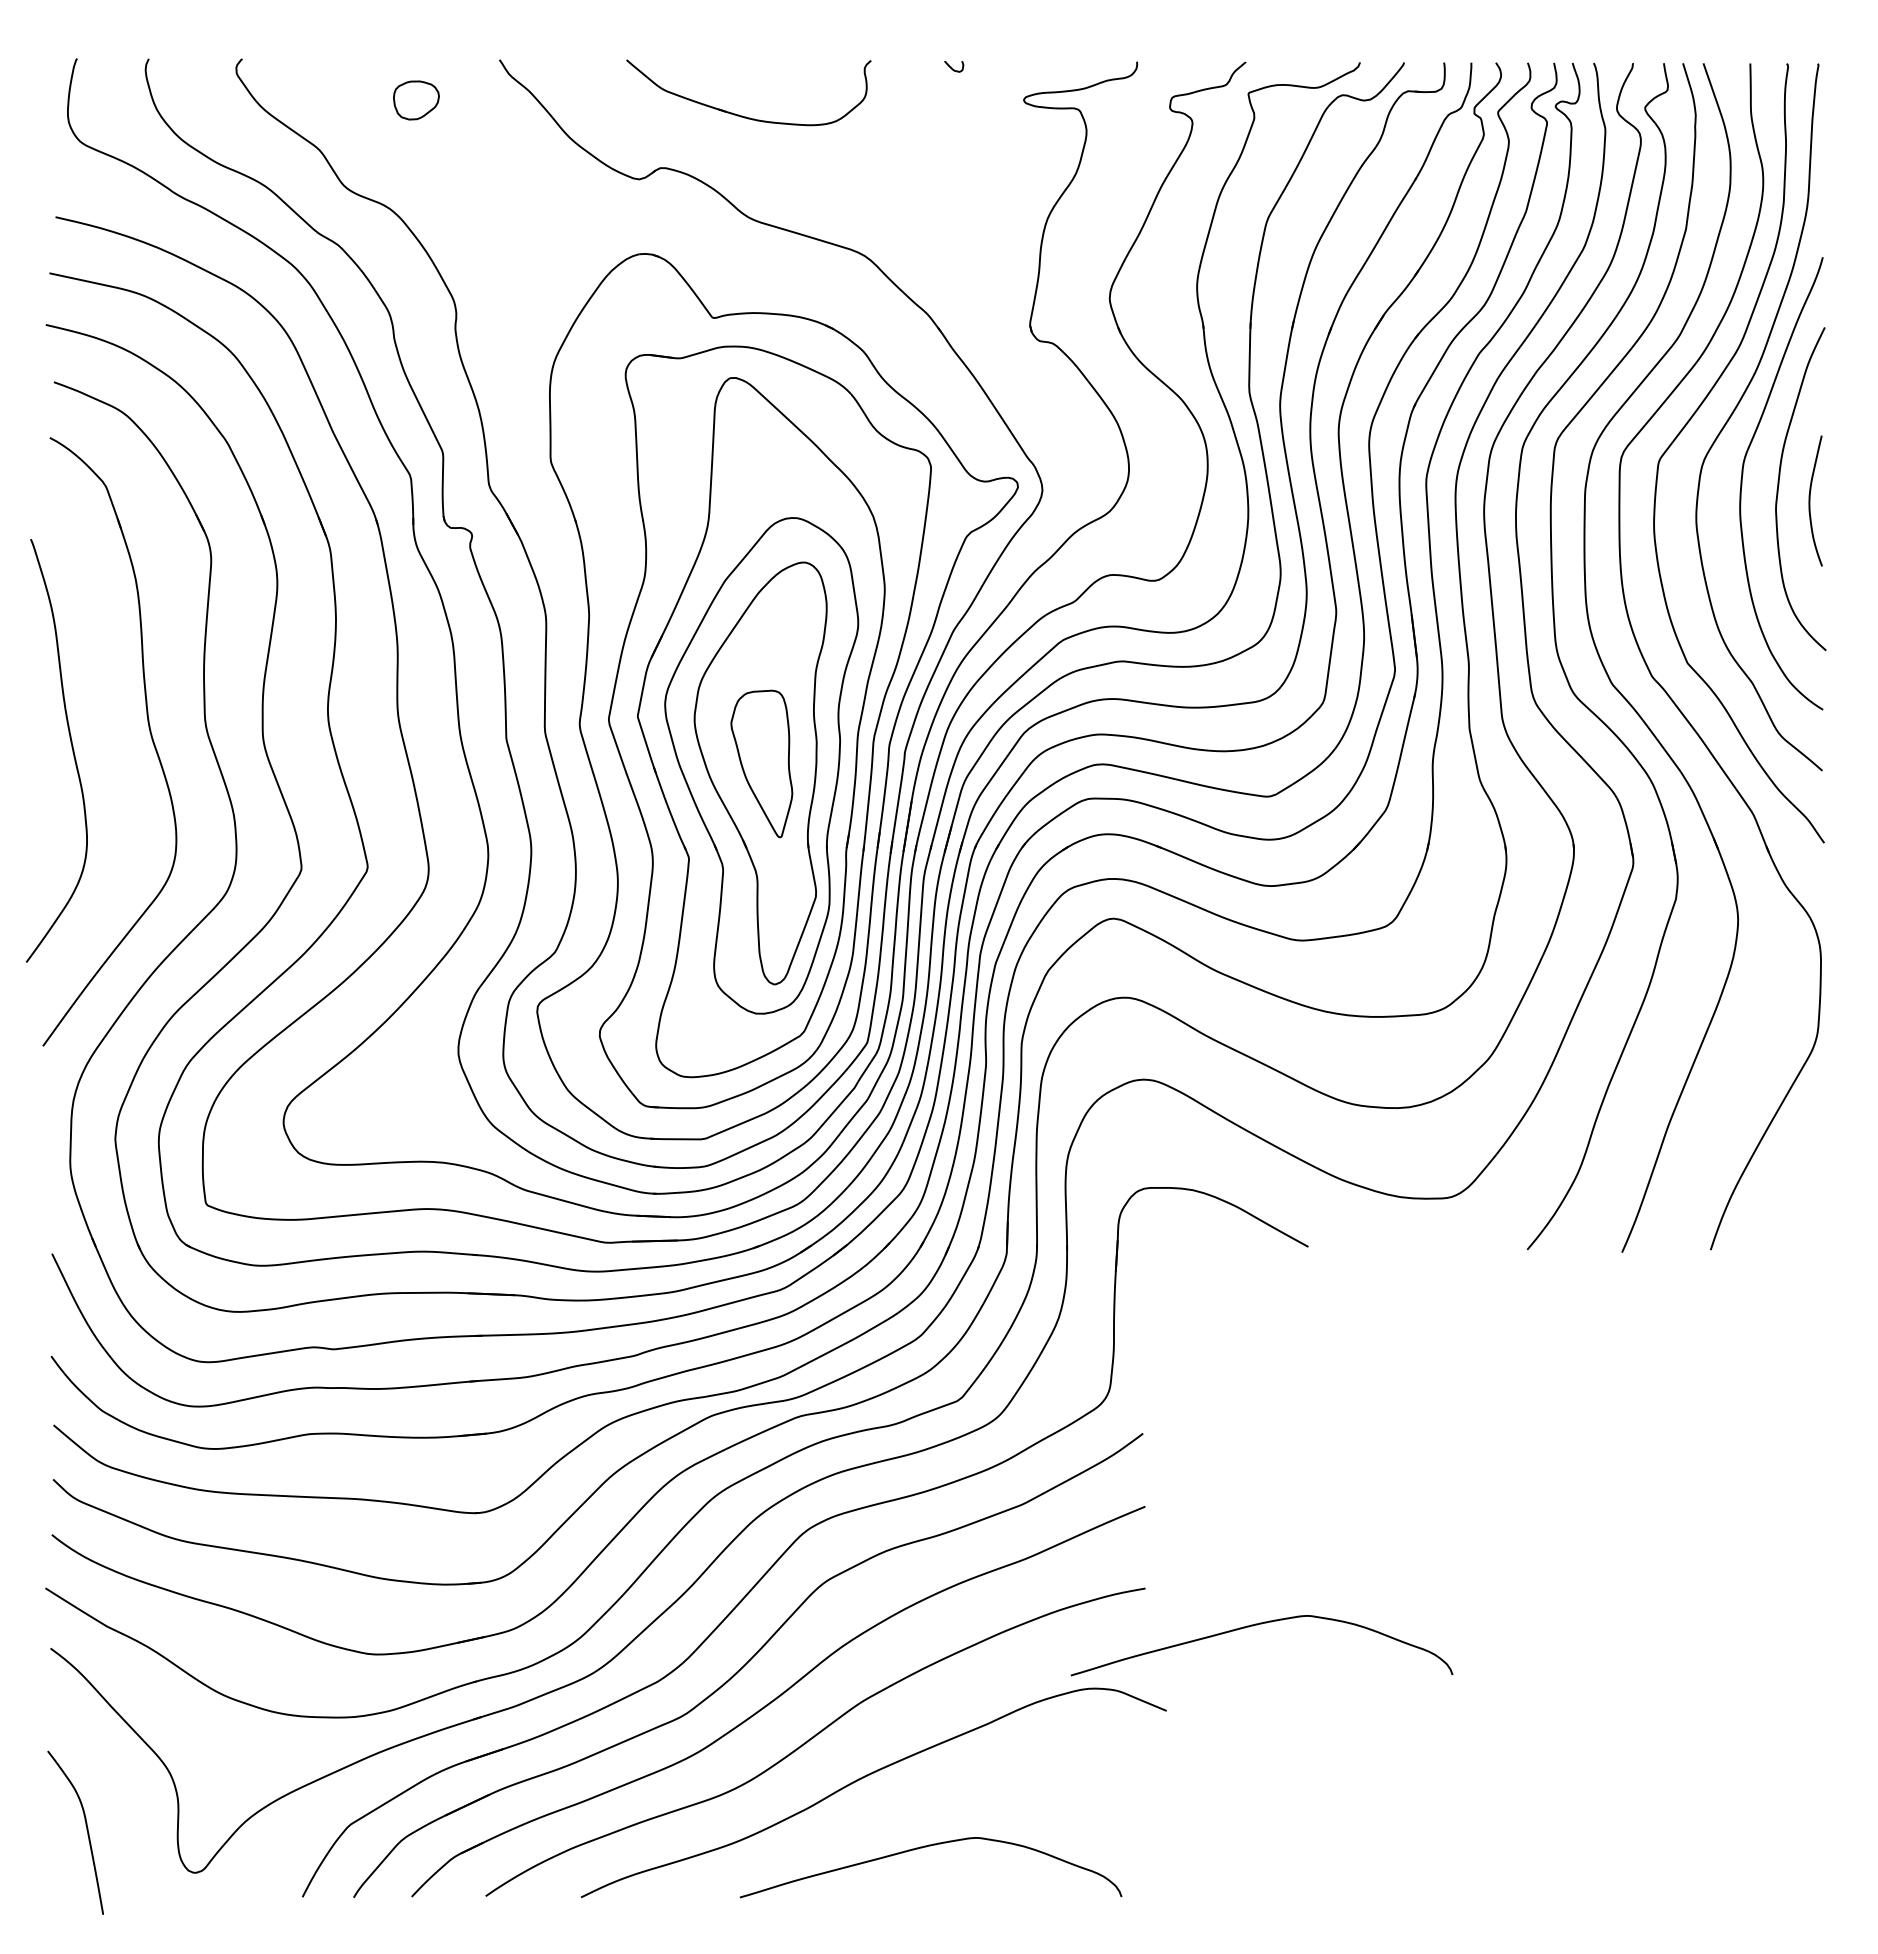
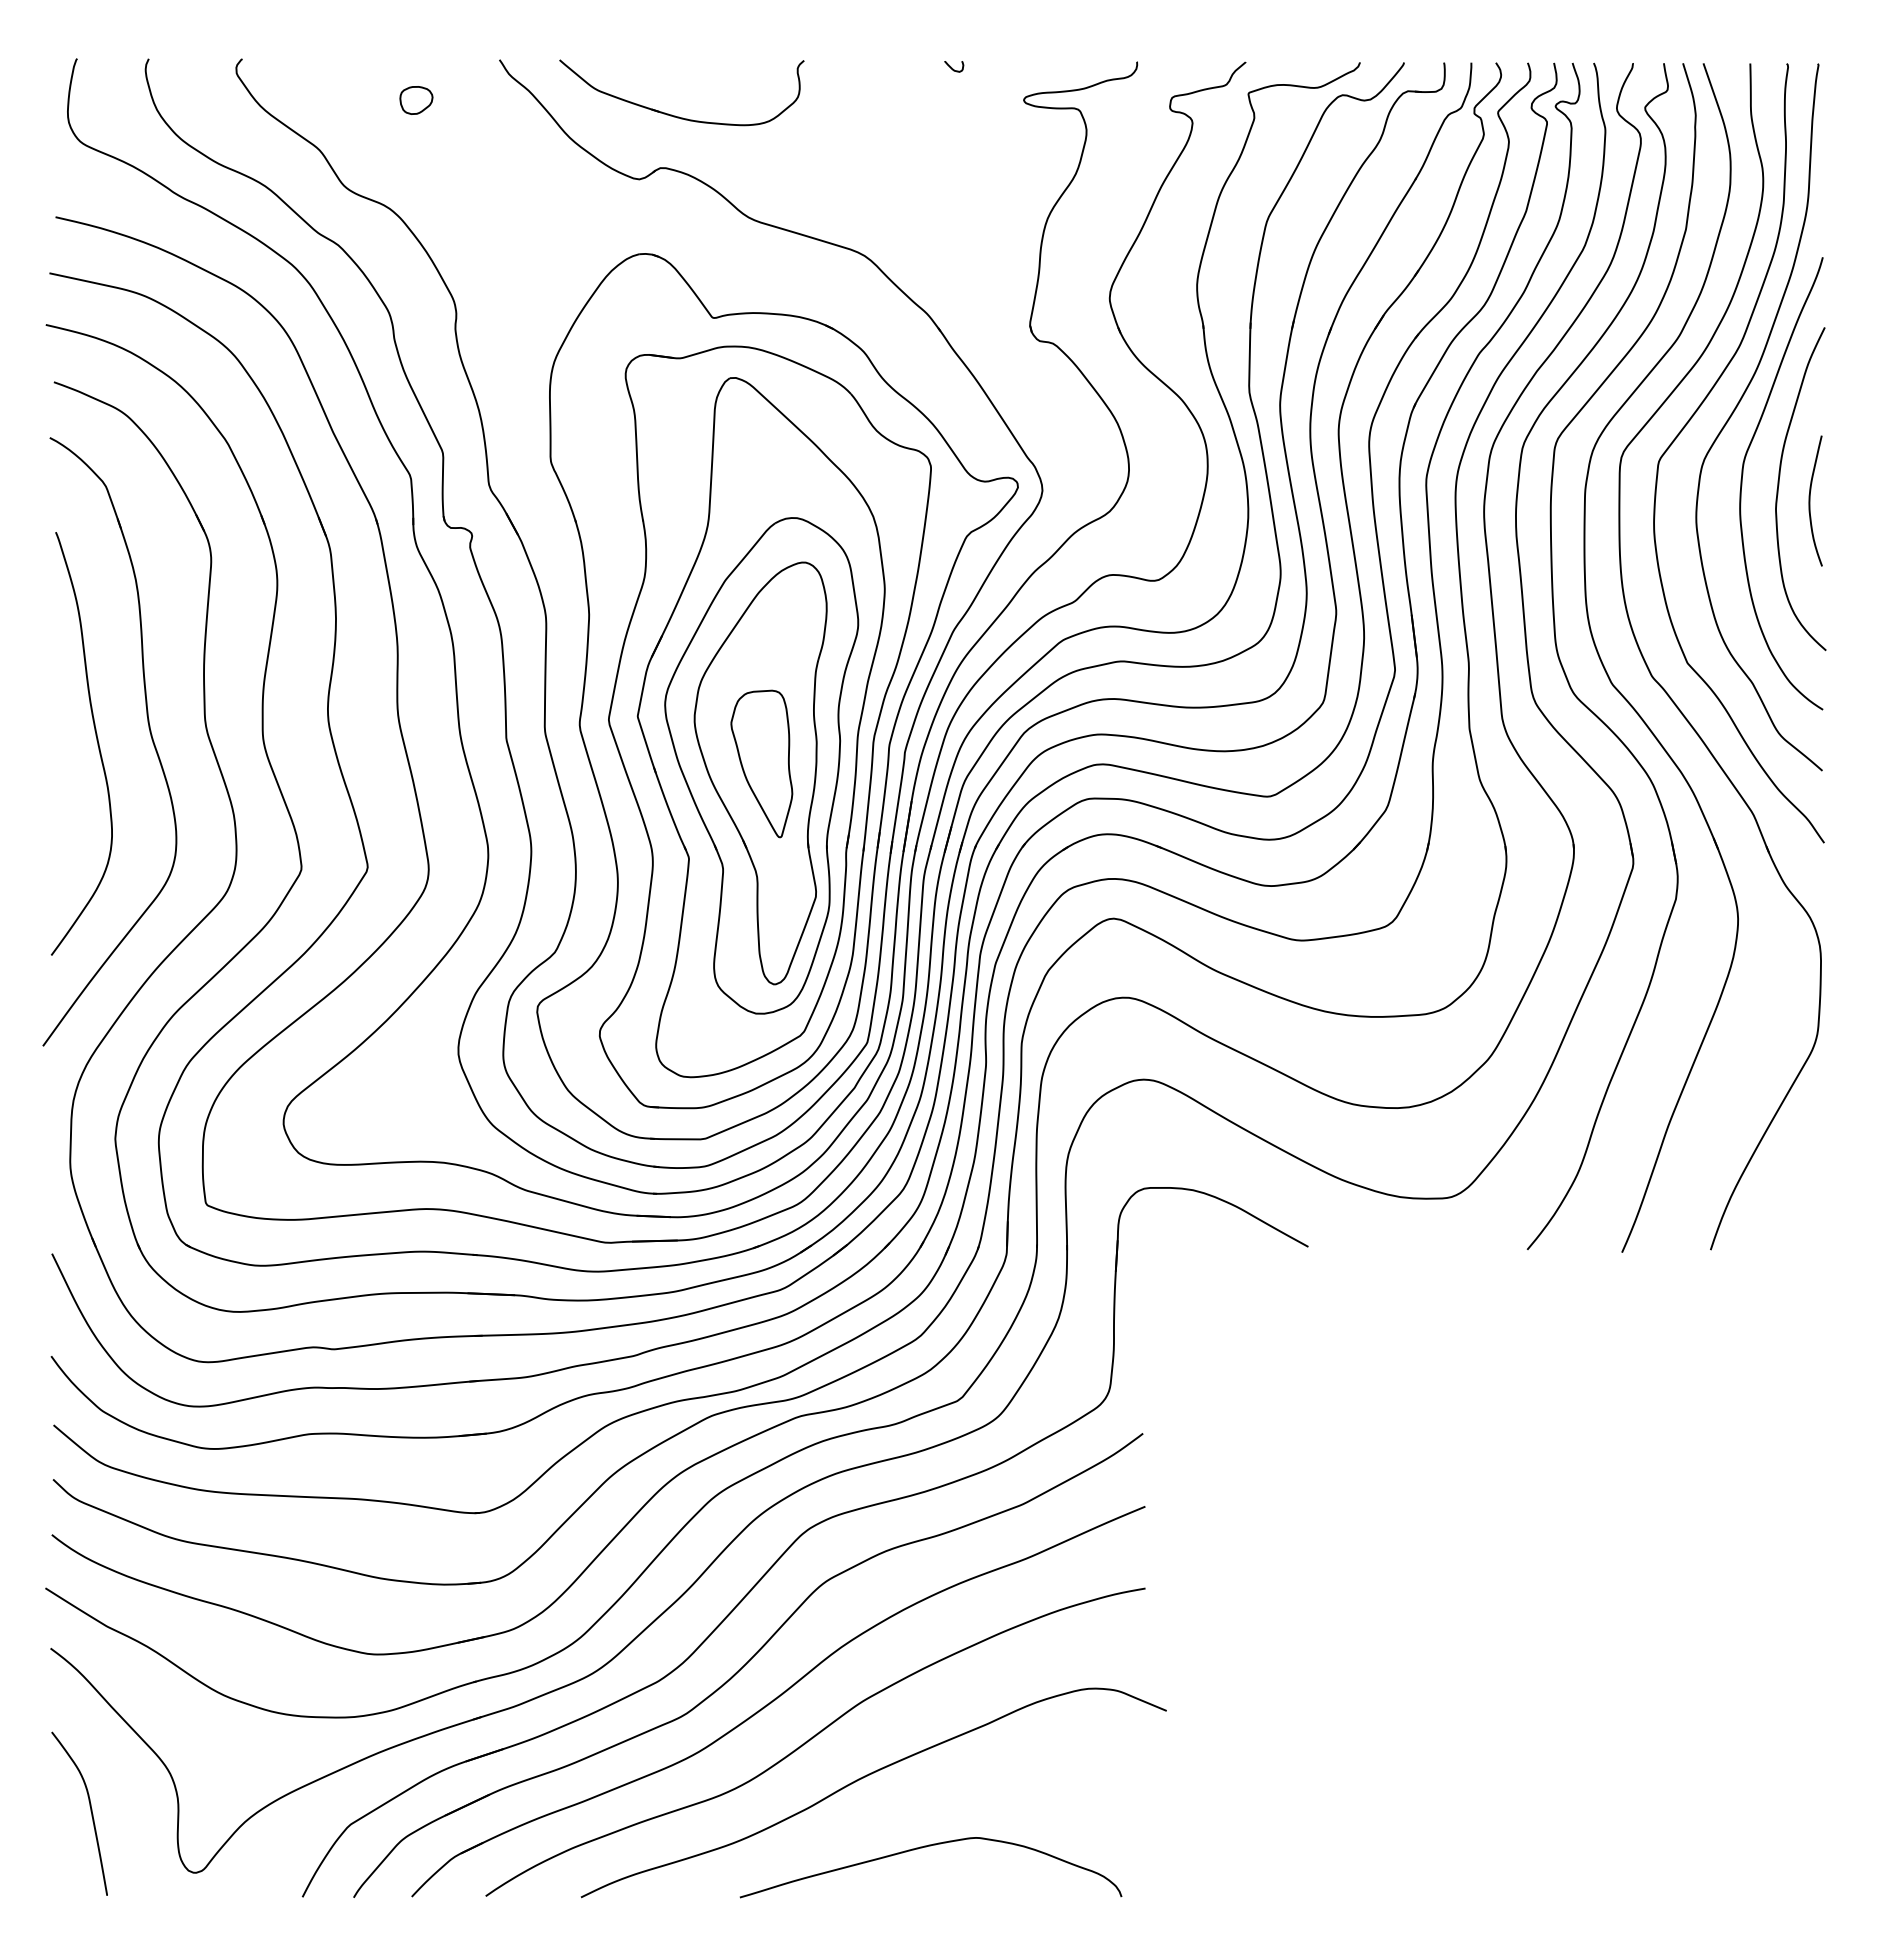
part at (416, 100) size: 47x41 px -> 35x29 px
part at (742, 115) position: (742, 115) -> (675, 115)
curve at (71, 747) position: (71, 747) -> (96, 740)
curve at (1257, 1625): present -> none
curve at (86, 1830) position: (86, 1830) -> (90, 1811)
